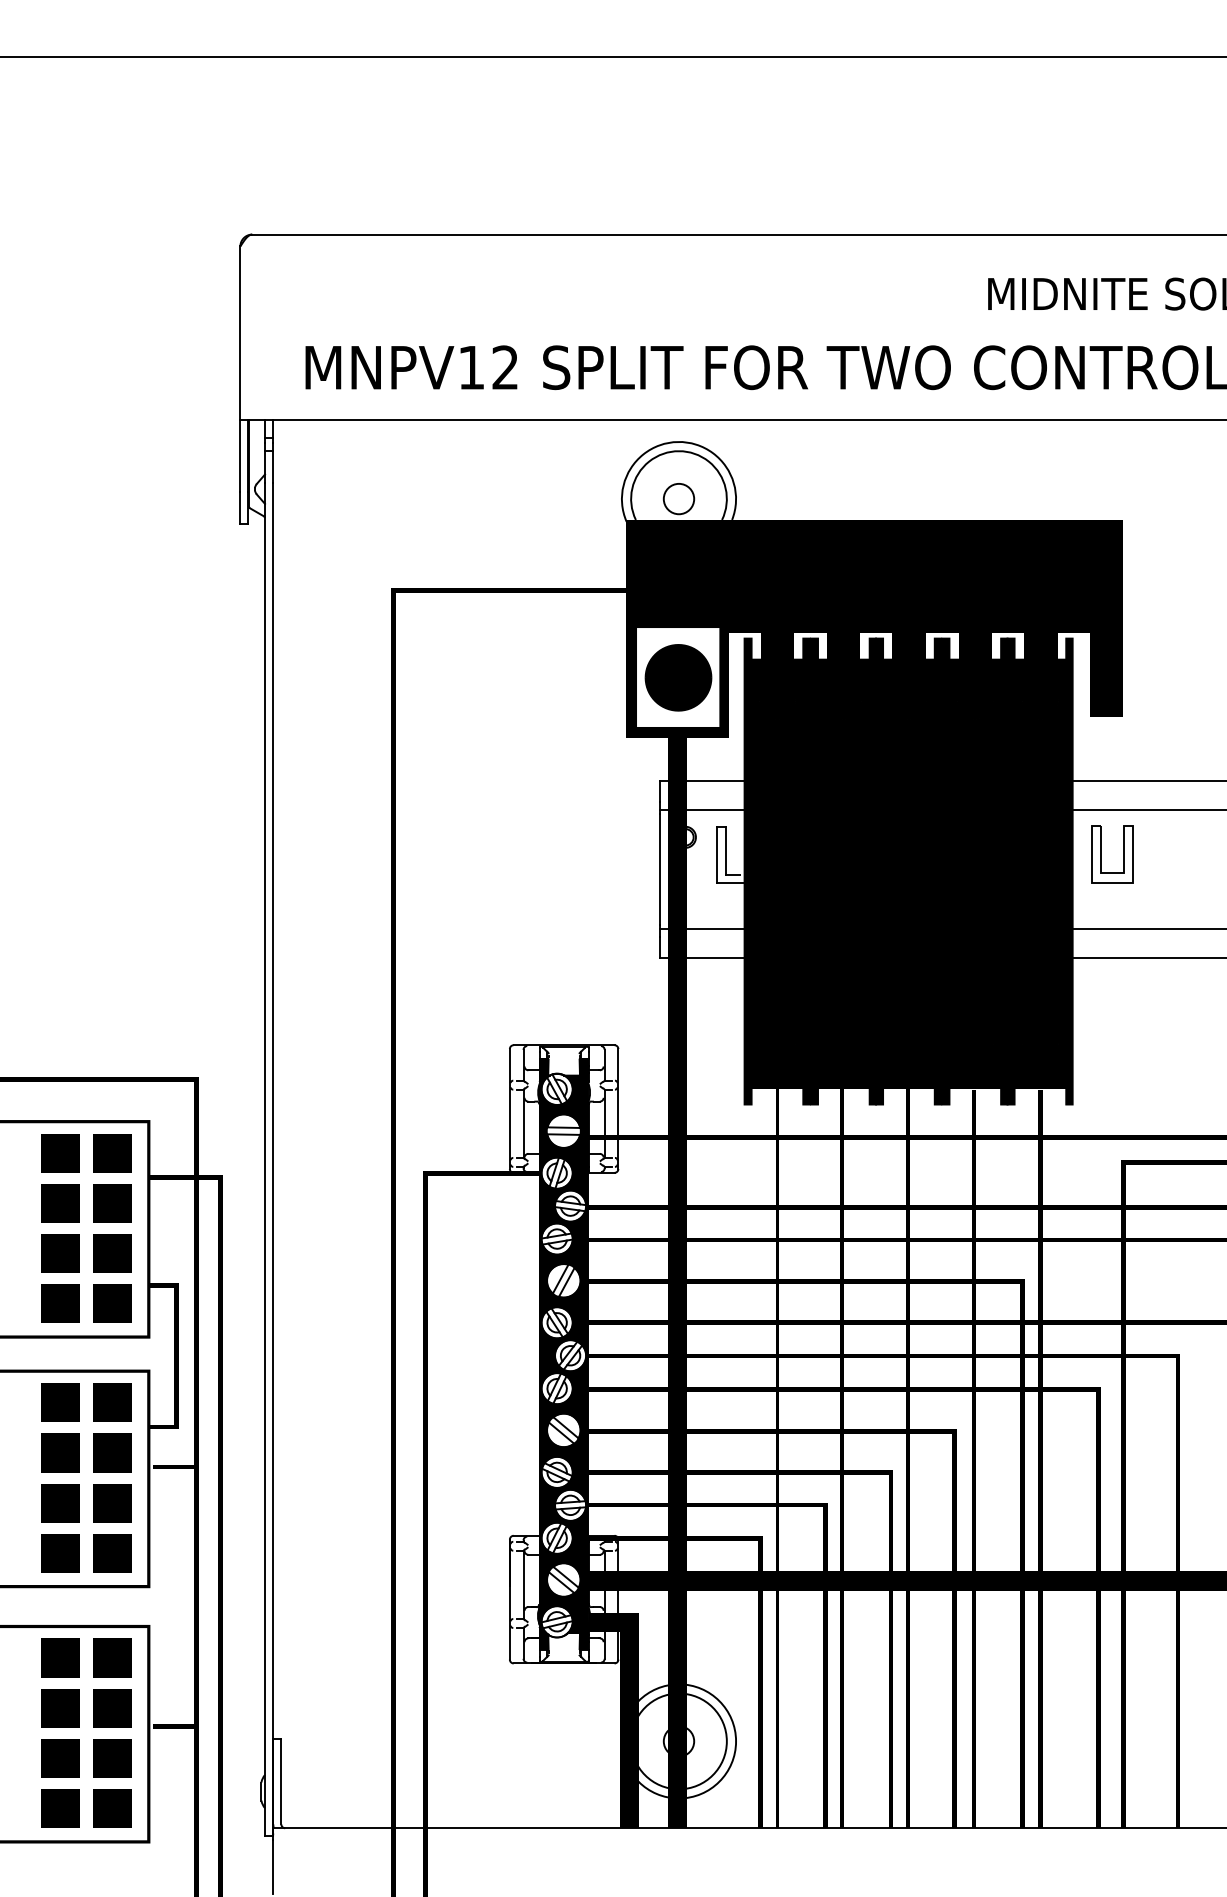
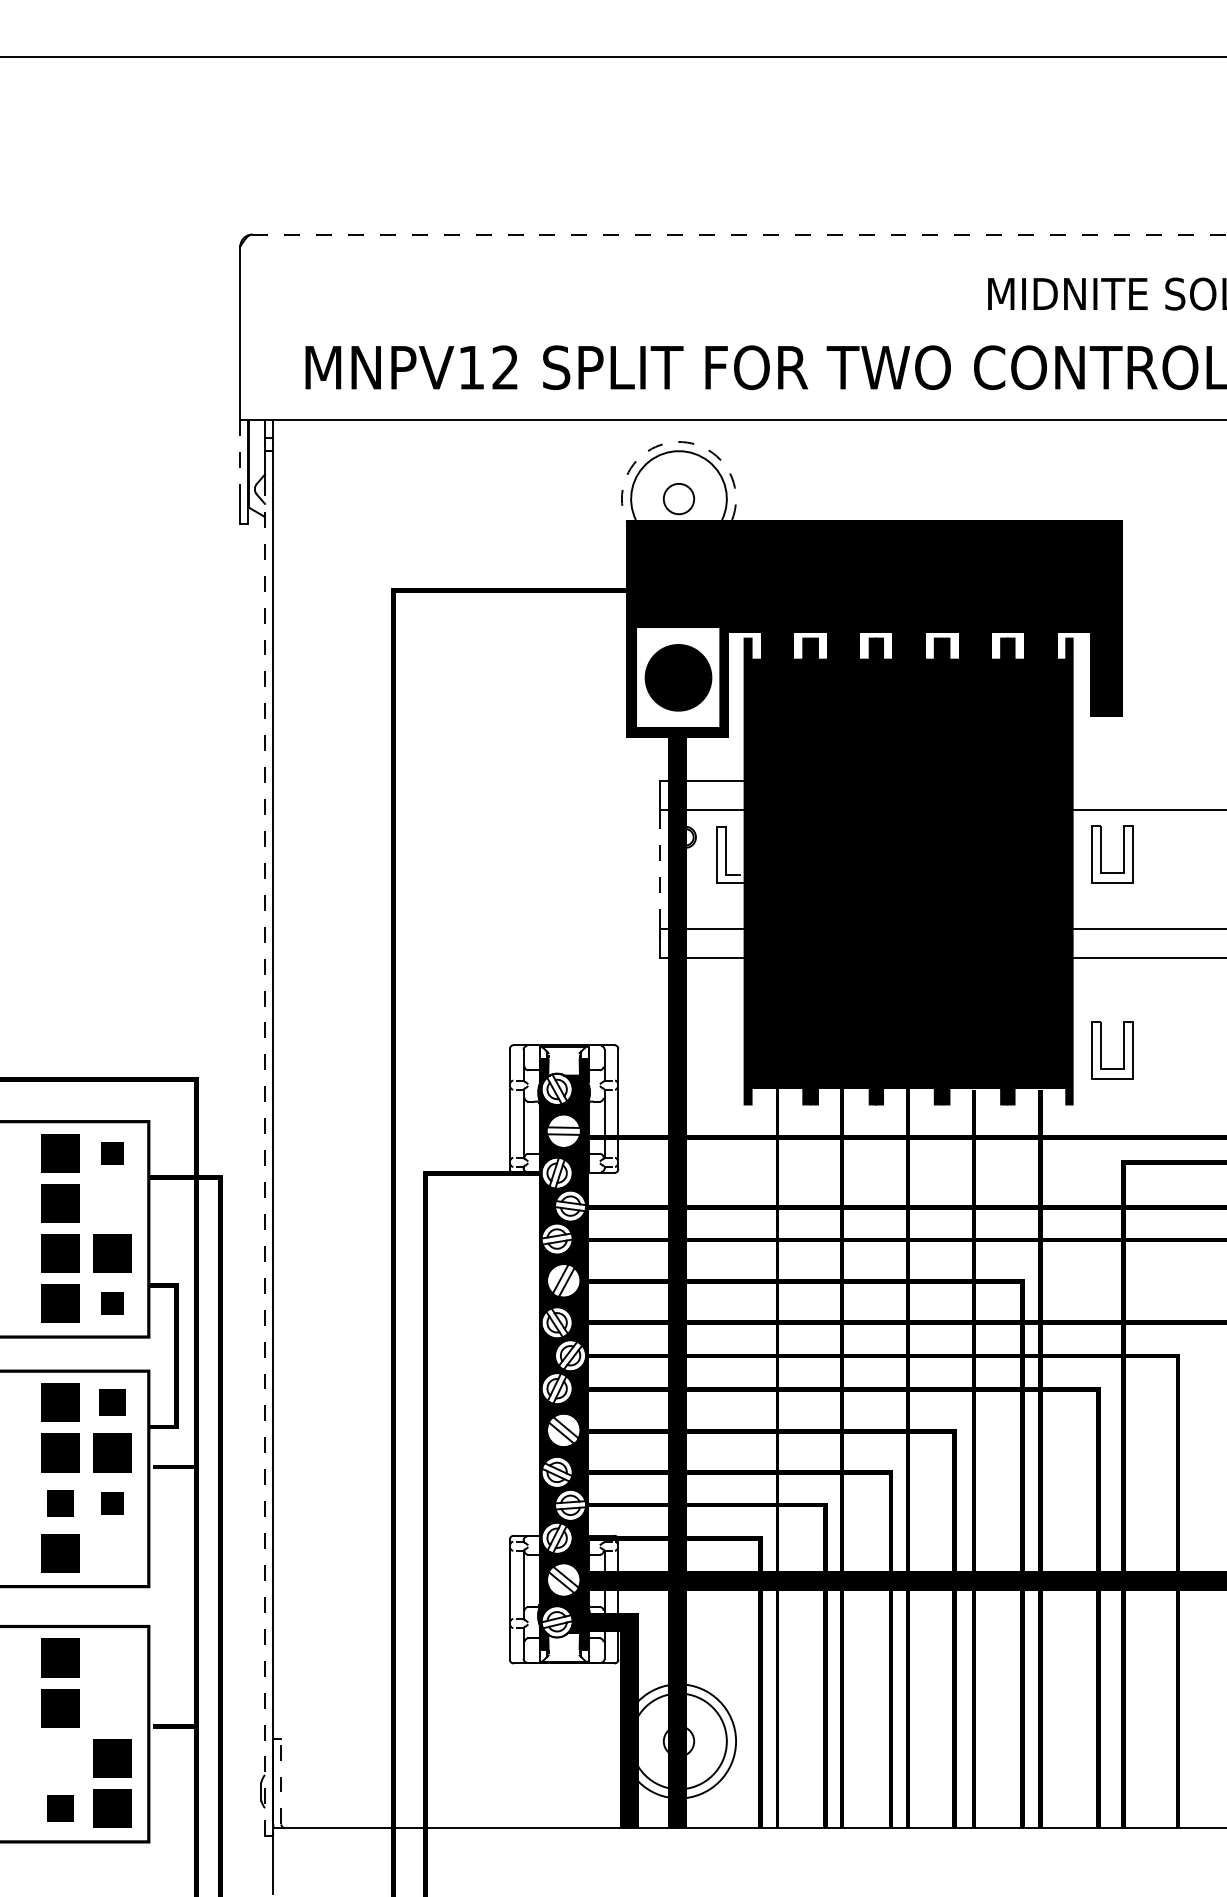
line at (739, 234): solid -> dashed
arc at (677, 441): solid -> dashed
line at (240, 456): solid -> dashed
line at (1147, 780): present -> none
line at (659, 869): solid -> dashed
part at (1101, 1050): none -> present
part at (112, 1153) size: 39x39 px -> 23x23 px
line at (265, 1159): solid -> dashed
part at (112, 1203): present -> none
part at (112, 1303) size: 39x39 px -> 23x23 px
part at (112, 1402) size: 39x39 px -> 27x27 px
part at (60, 1503) size: 39x39 px -> 27x27 px
part at (112, 1503) size: 39x39 px -> 23x23 px
part at (112, 1553): present -> none
part at (112, 1657): present -> none
part at (112, 1708): present -> none
part at (60, 1758): present -> none
line at (281, 1781): solid -> dashed
part at (60, 1808) size: 39x39 px -> 27x27 px
